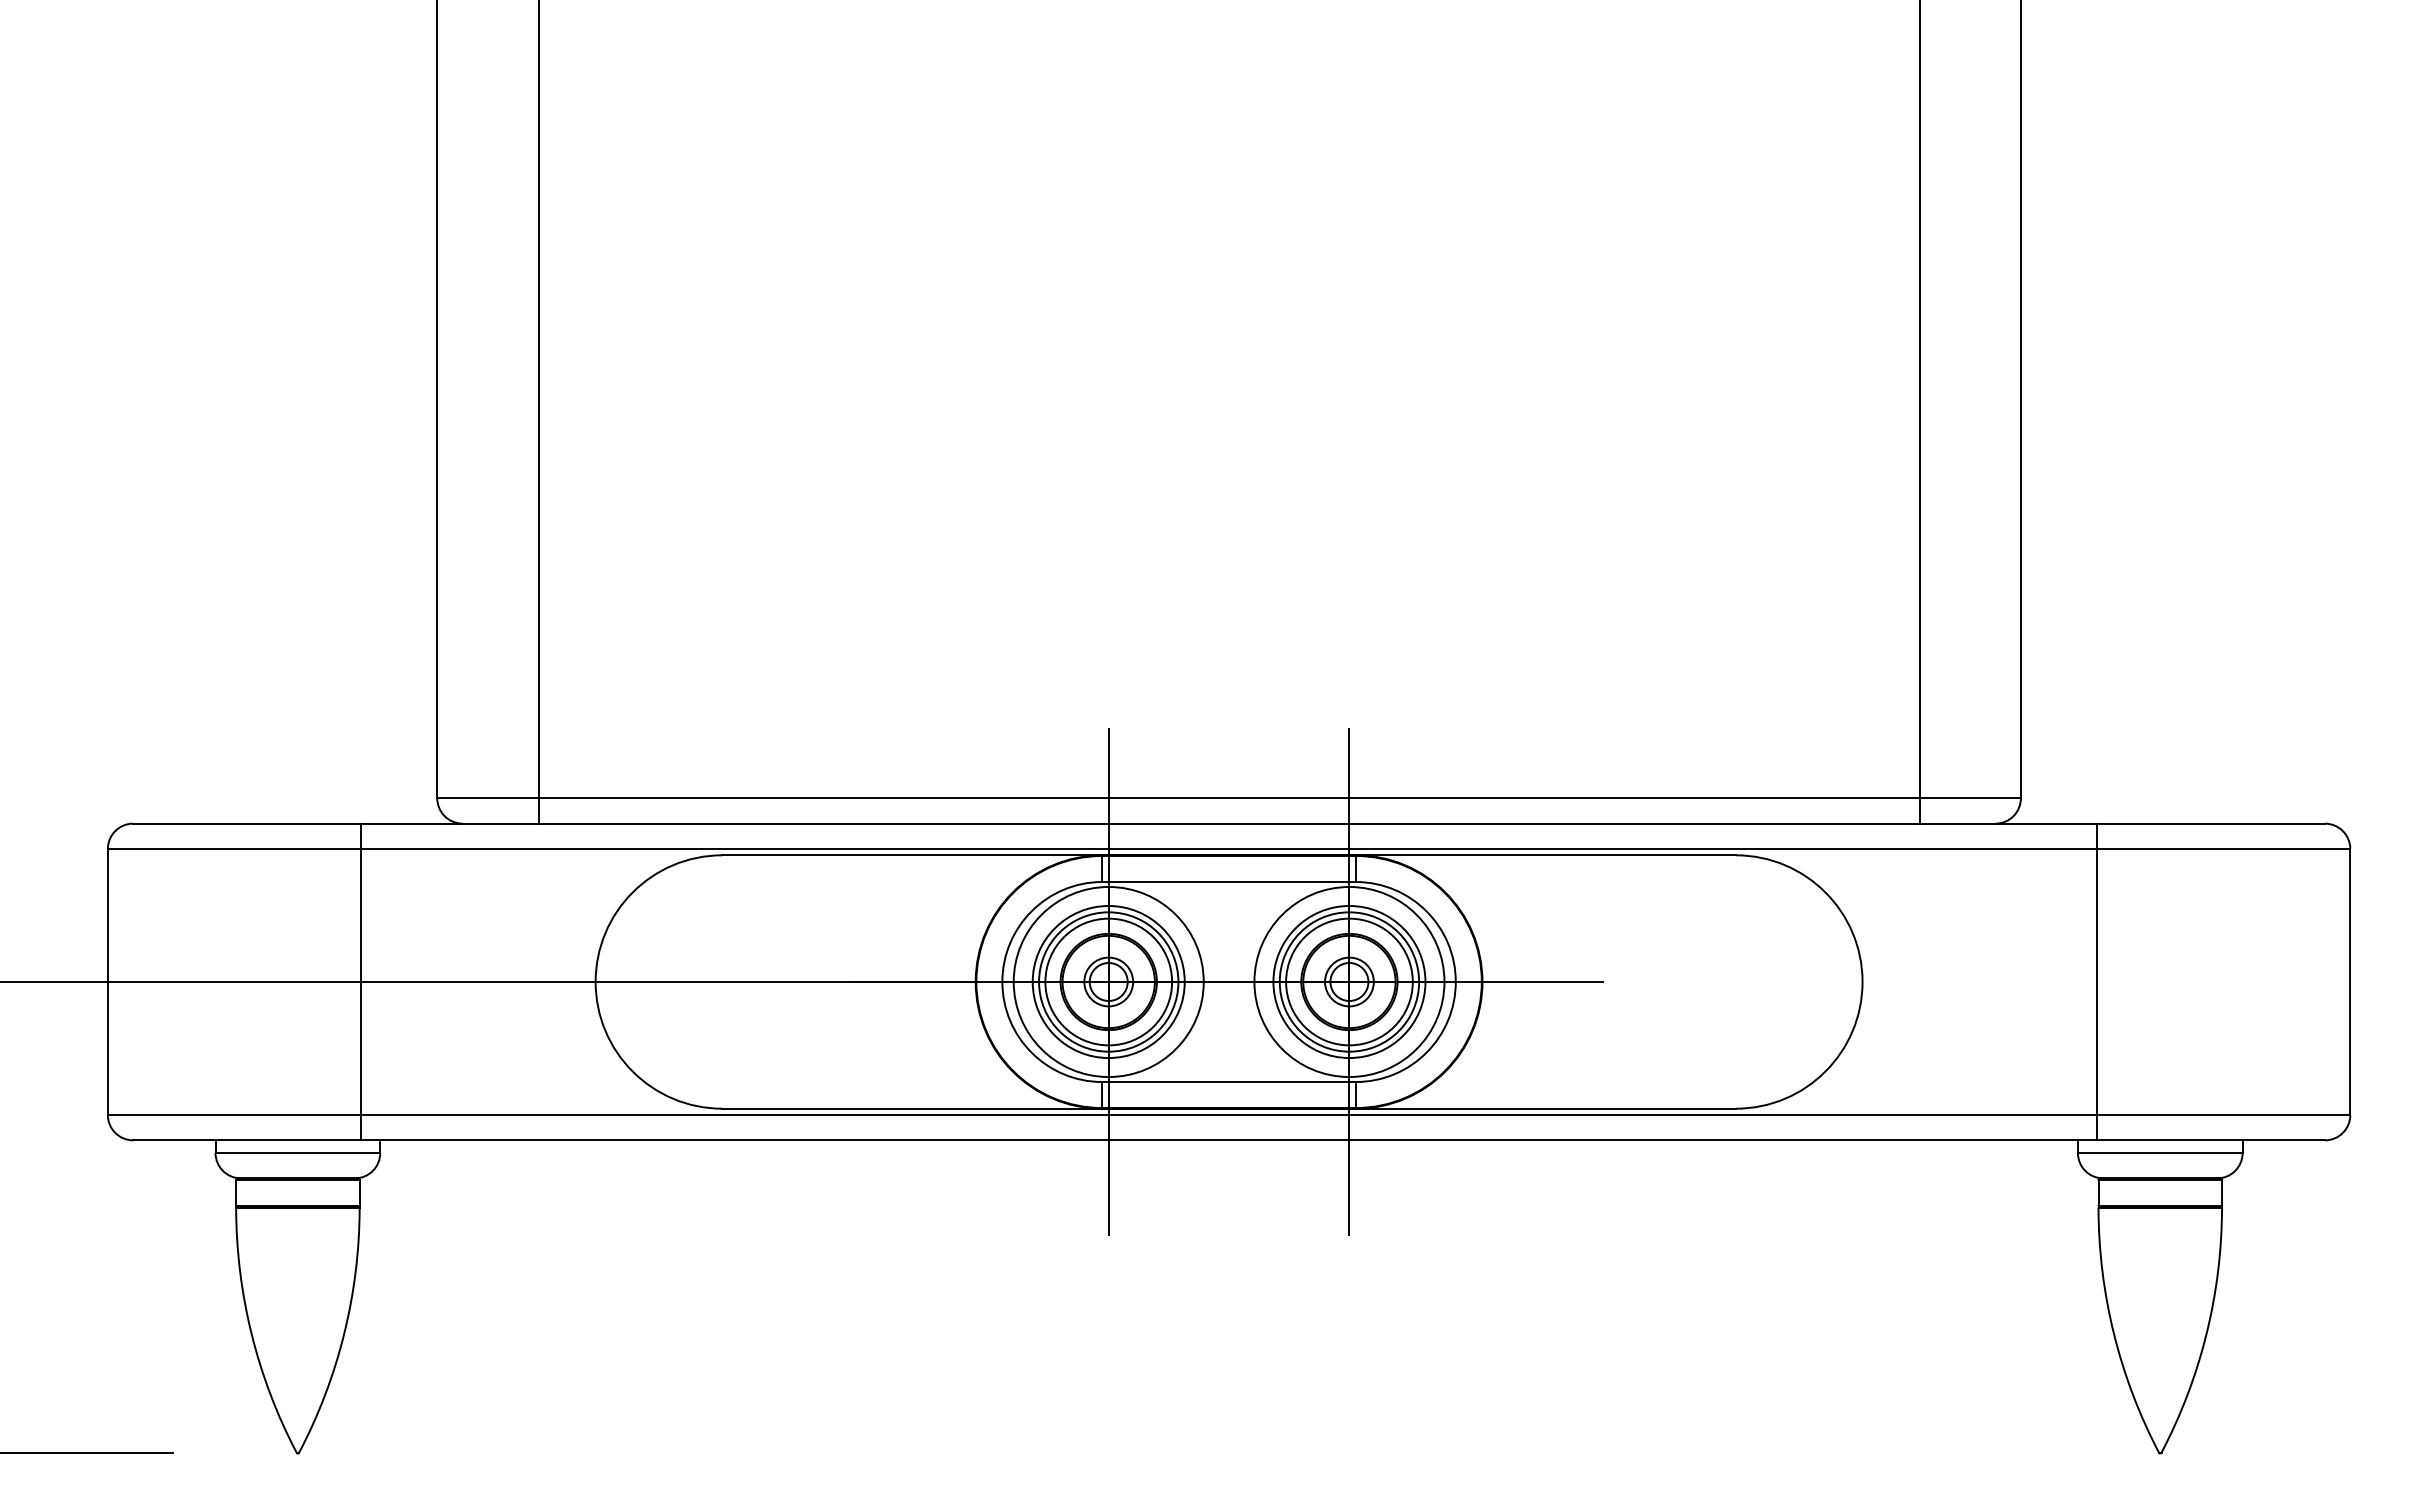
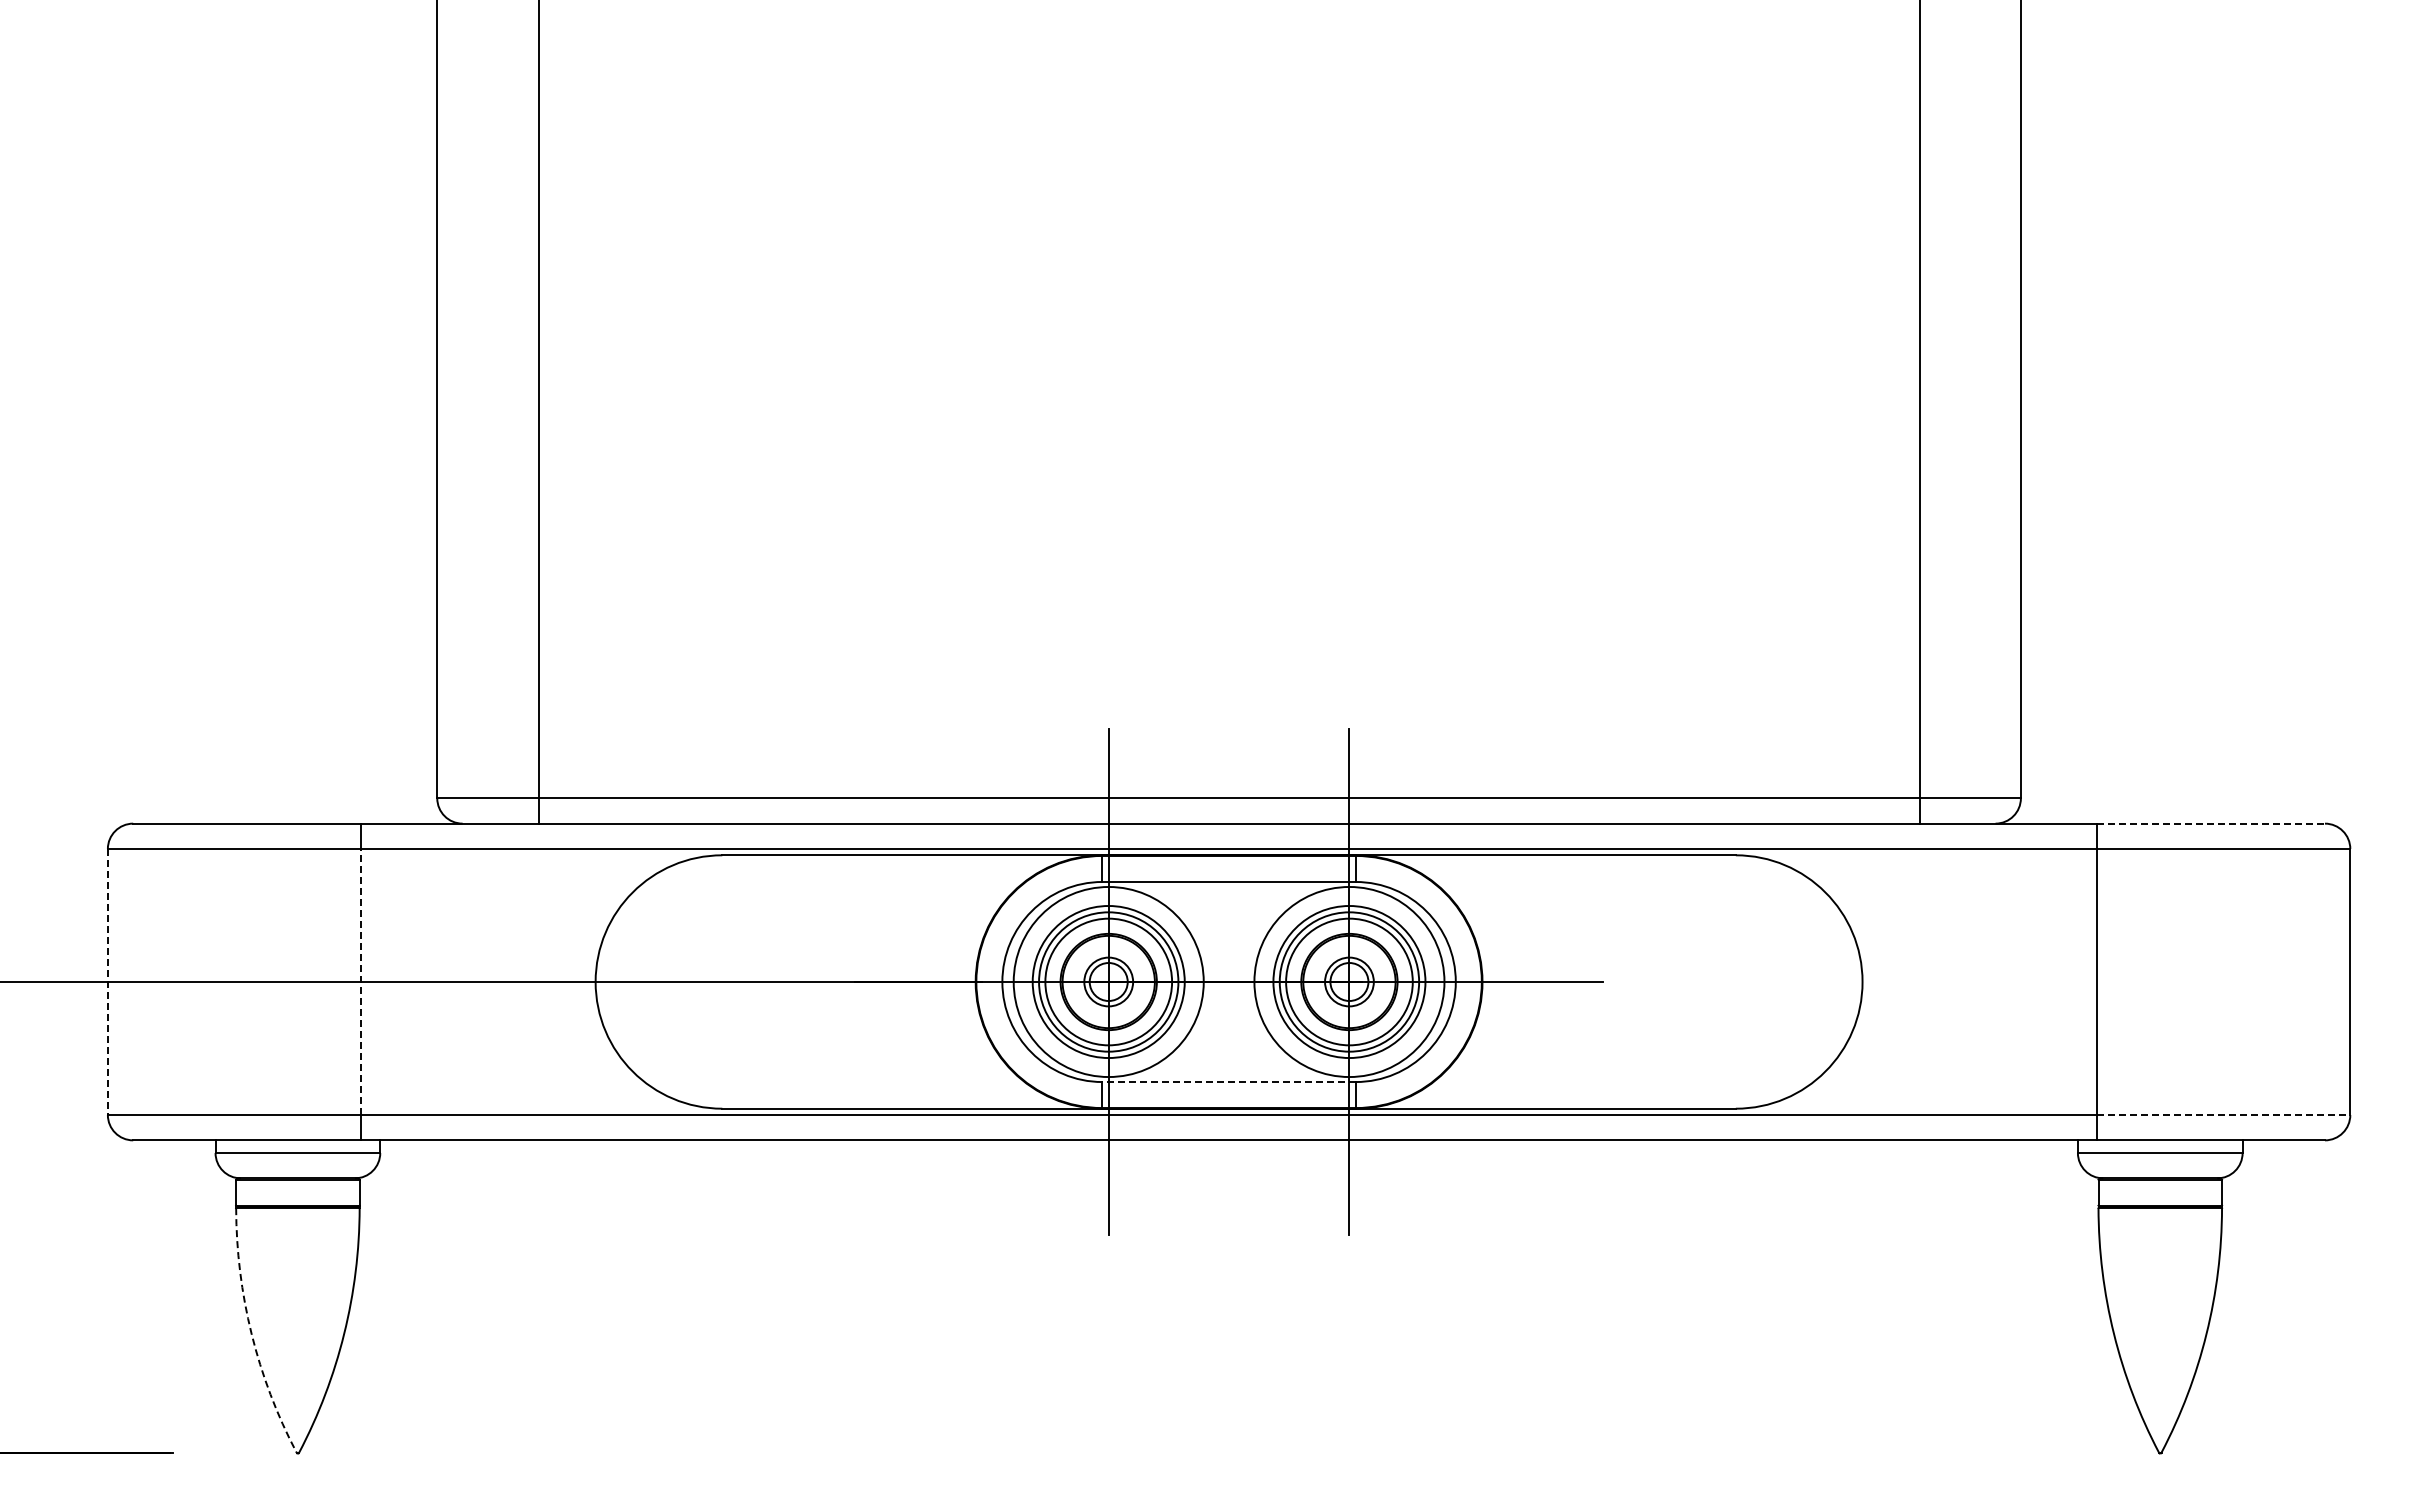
line at (2211, 823): solid -> dashed
line at (361, 981): solid -> dashed
line at (107, 982): solid -> dashed
line at (1229, 1082): solid -> dashed
line at (2223, 1115): solid -> dashed
arc at (251, 1334): solid -> dashed
